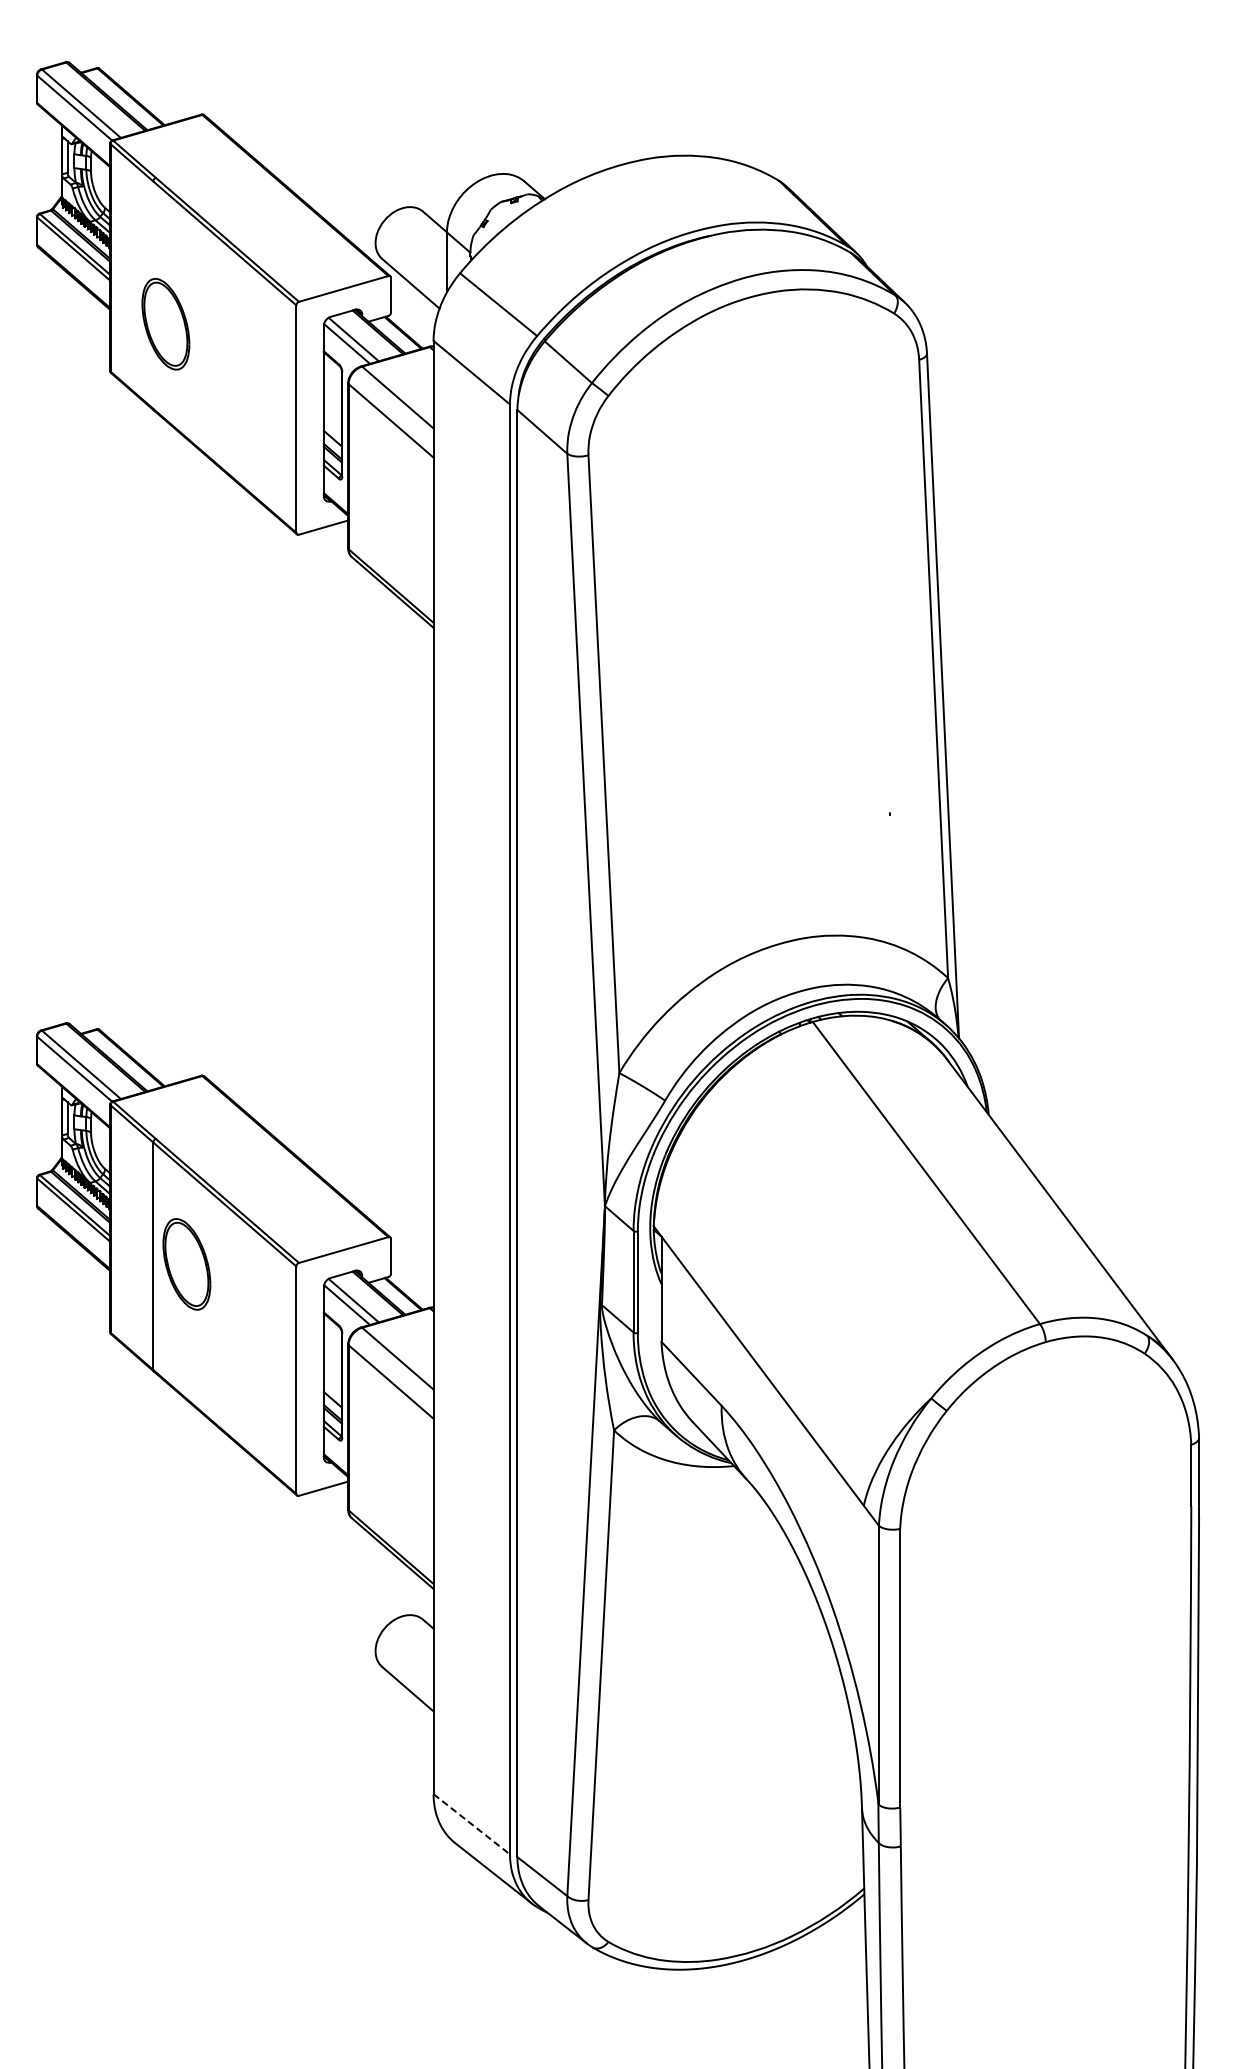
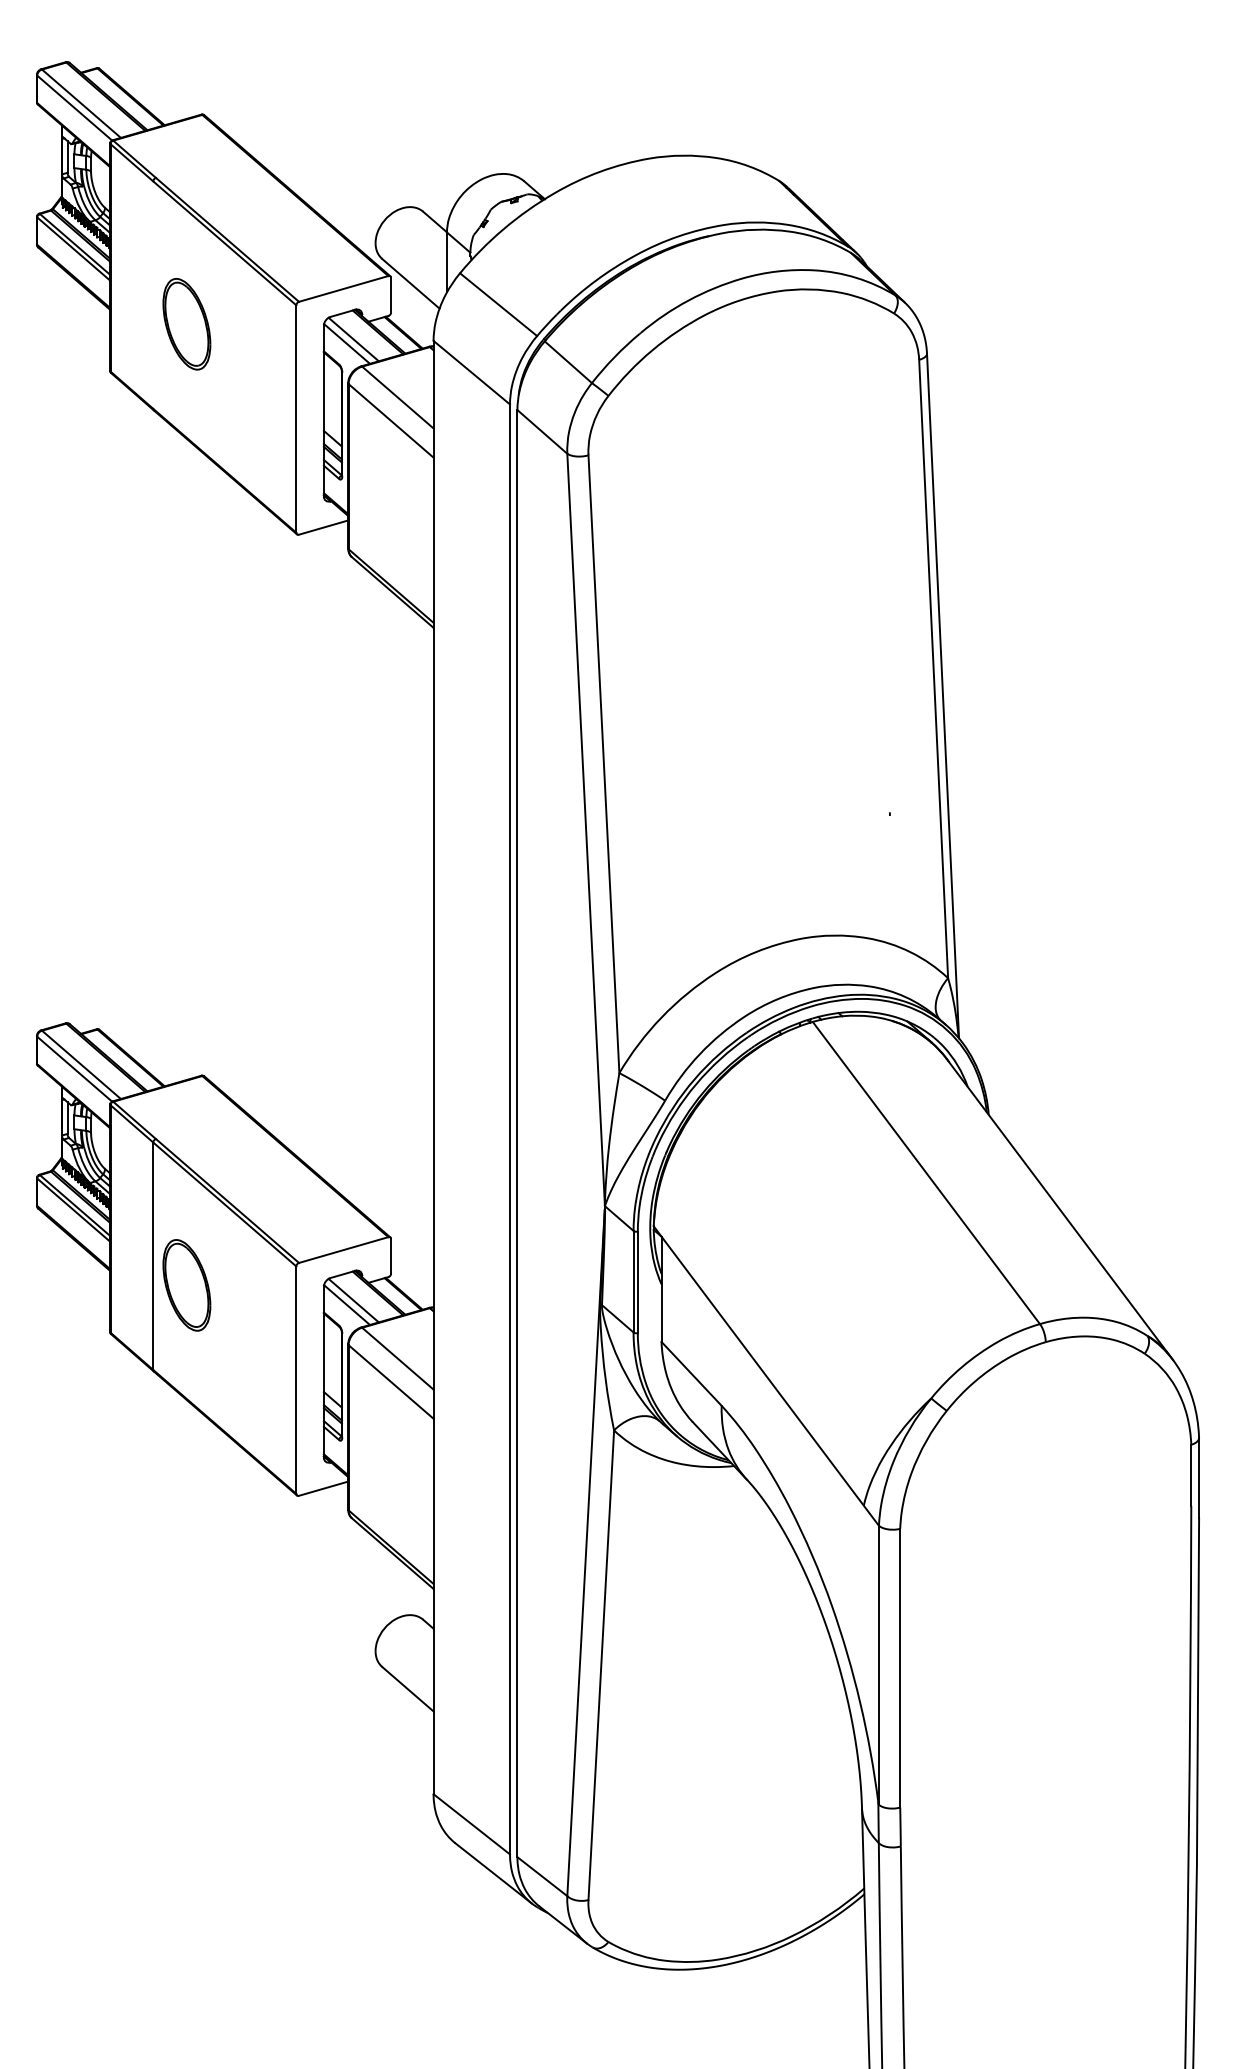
part at (165, 324) position: (165, 324) -> (186, 324)
part at (186, 1264) position: (186, 1264) -> (186, 1285)
line at (471, 1824): dashed -> solid
